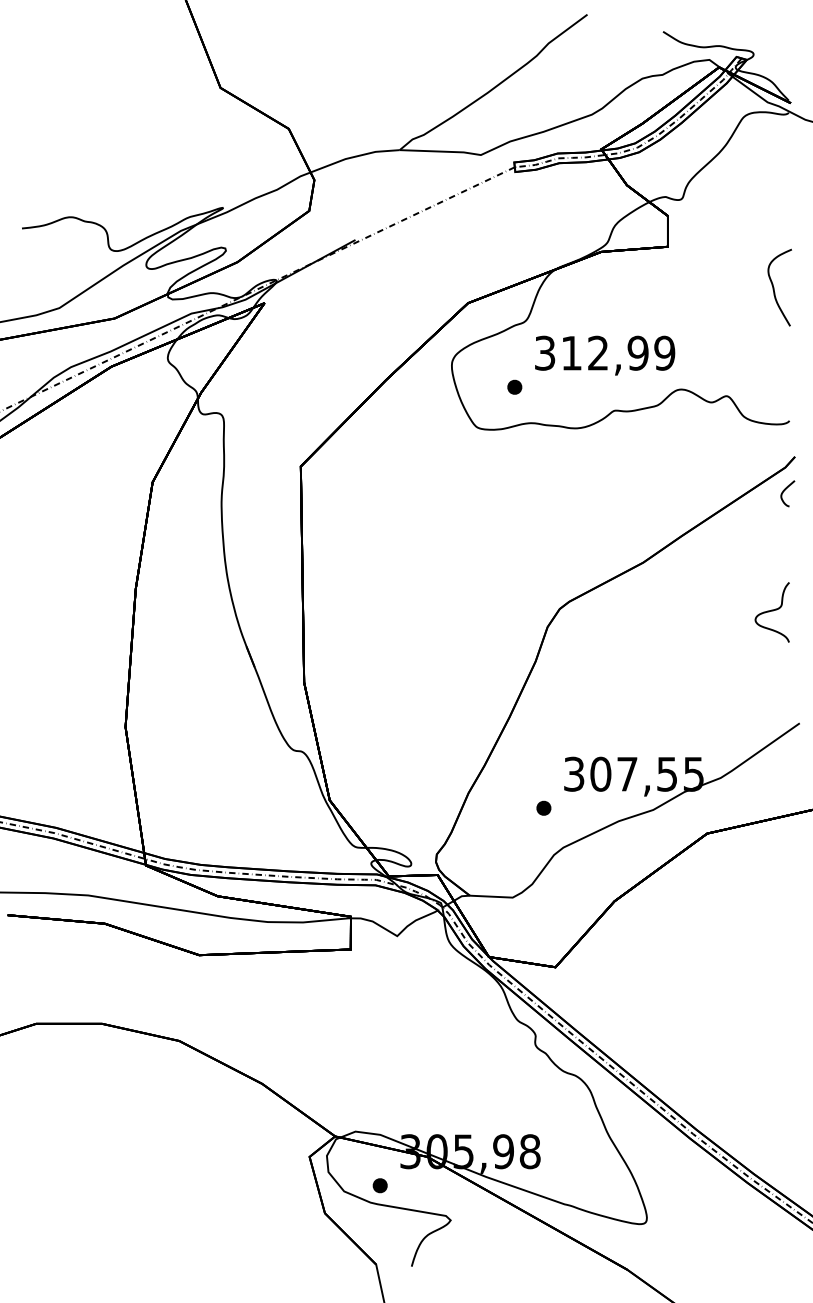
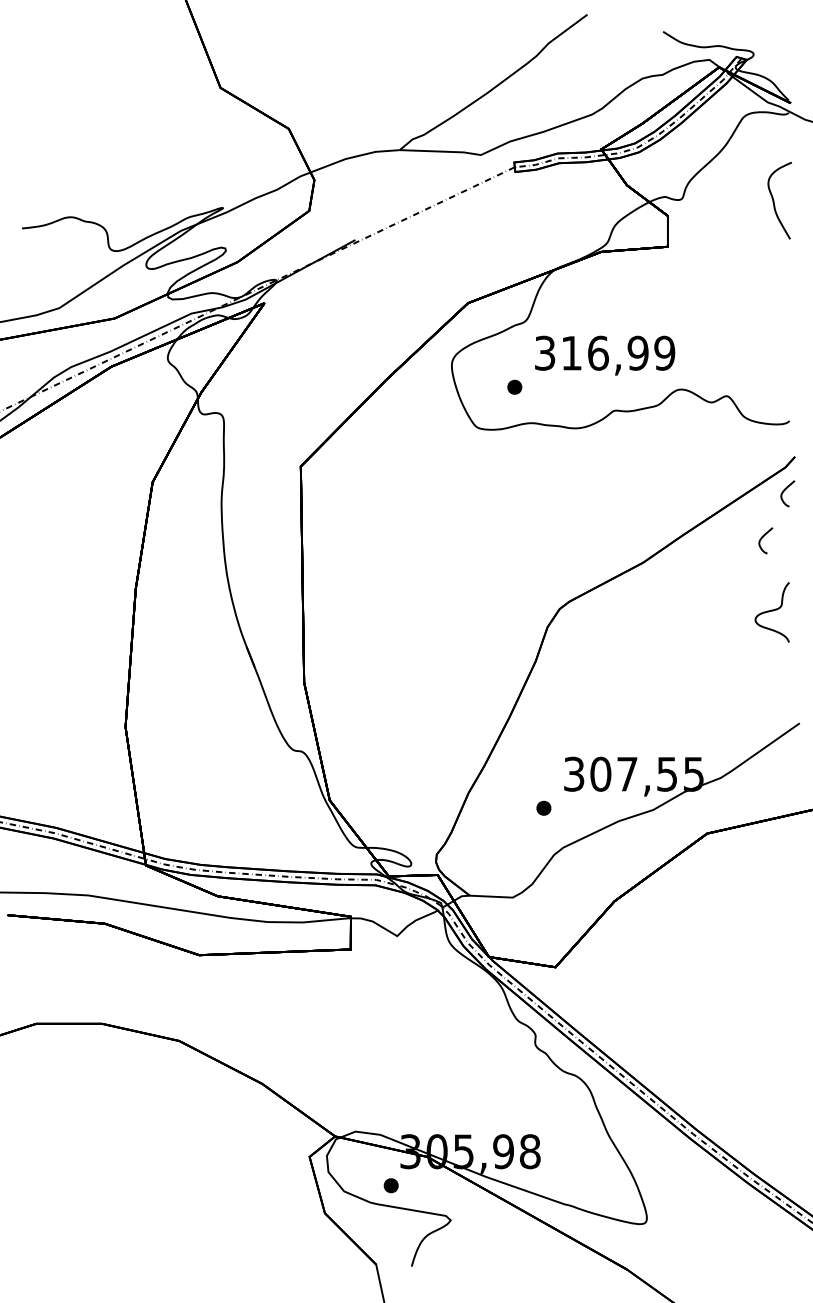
curve at (774, 287) position: (774, 287) -> (774, 200)
text at (598, 352): 312,99 -> 316,99
curve at (763, 537): none -> present
part at (379, 1185) position: (379, 1185) -> (390, 1185)
